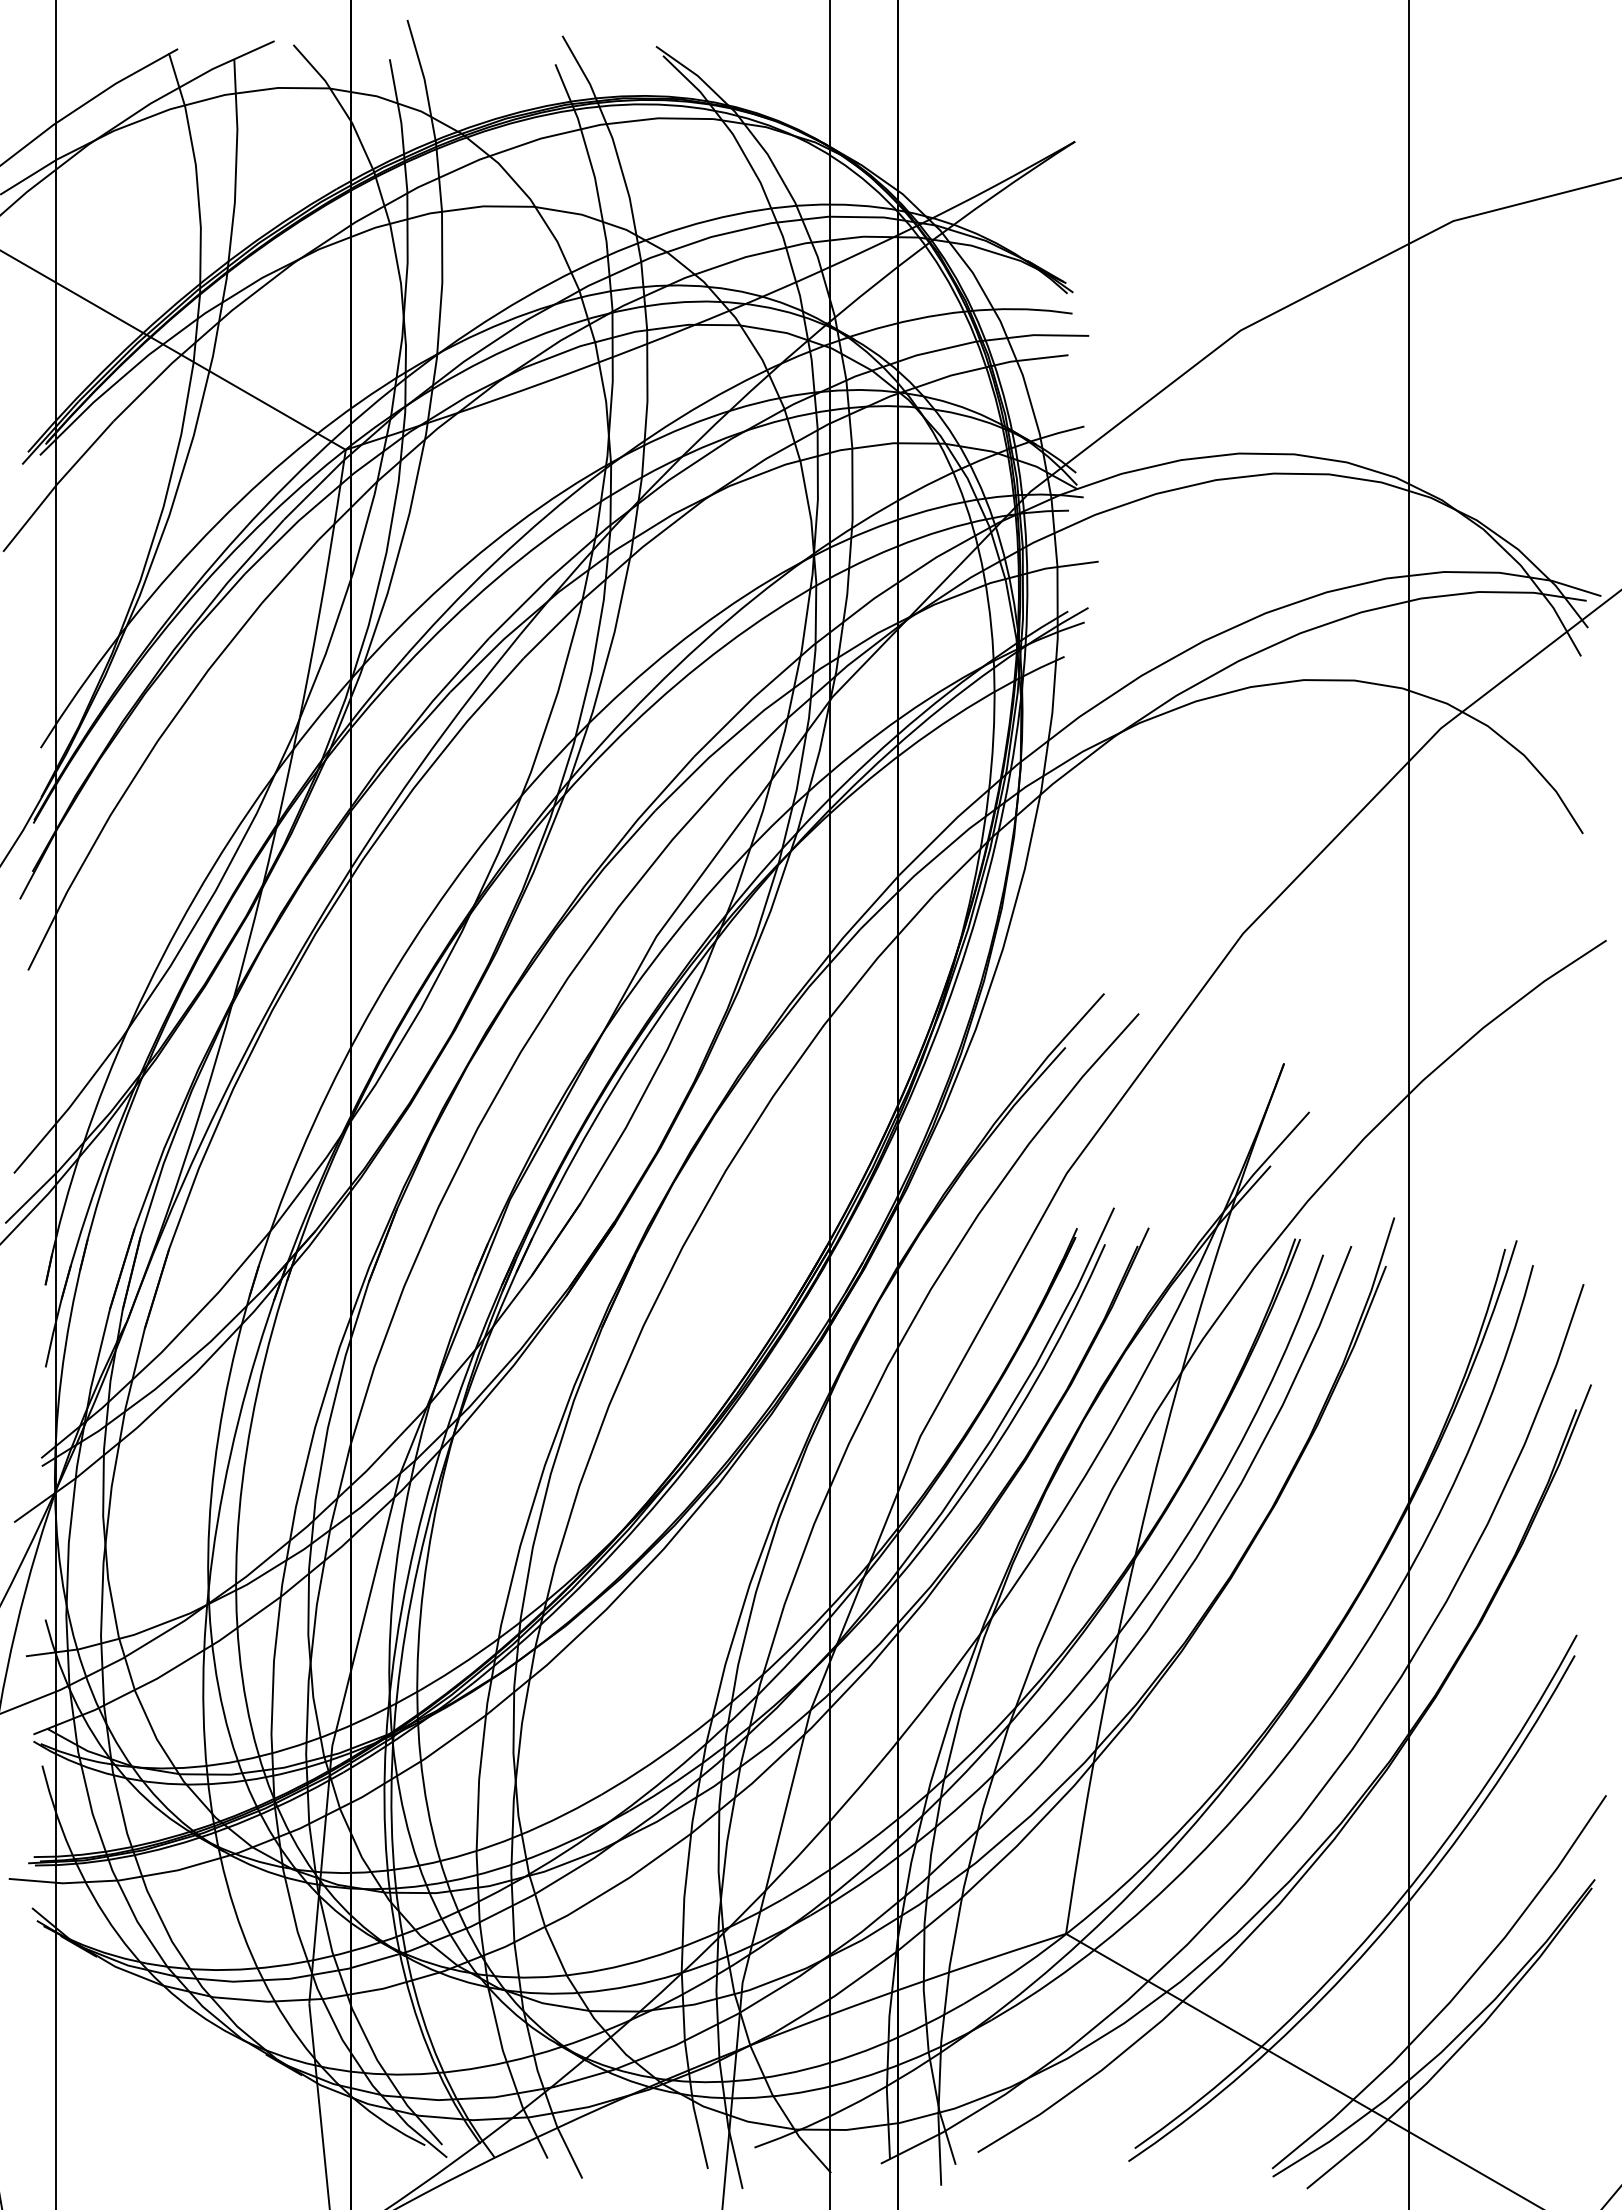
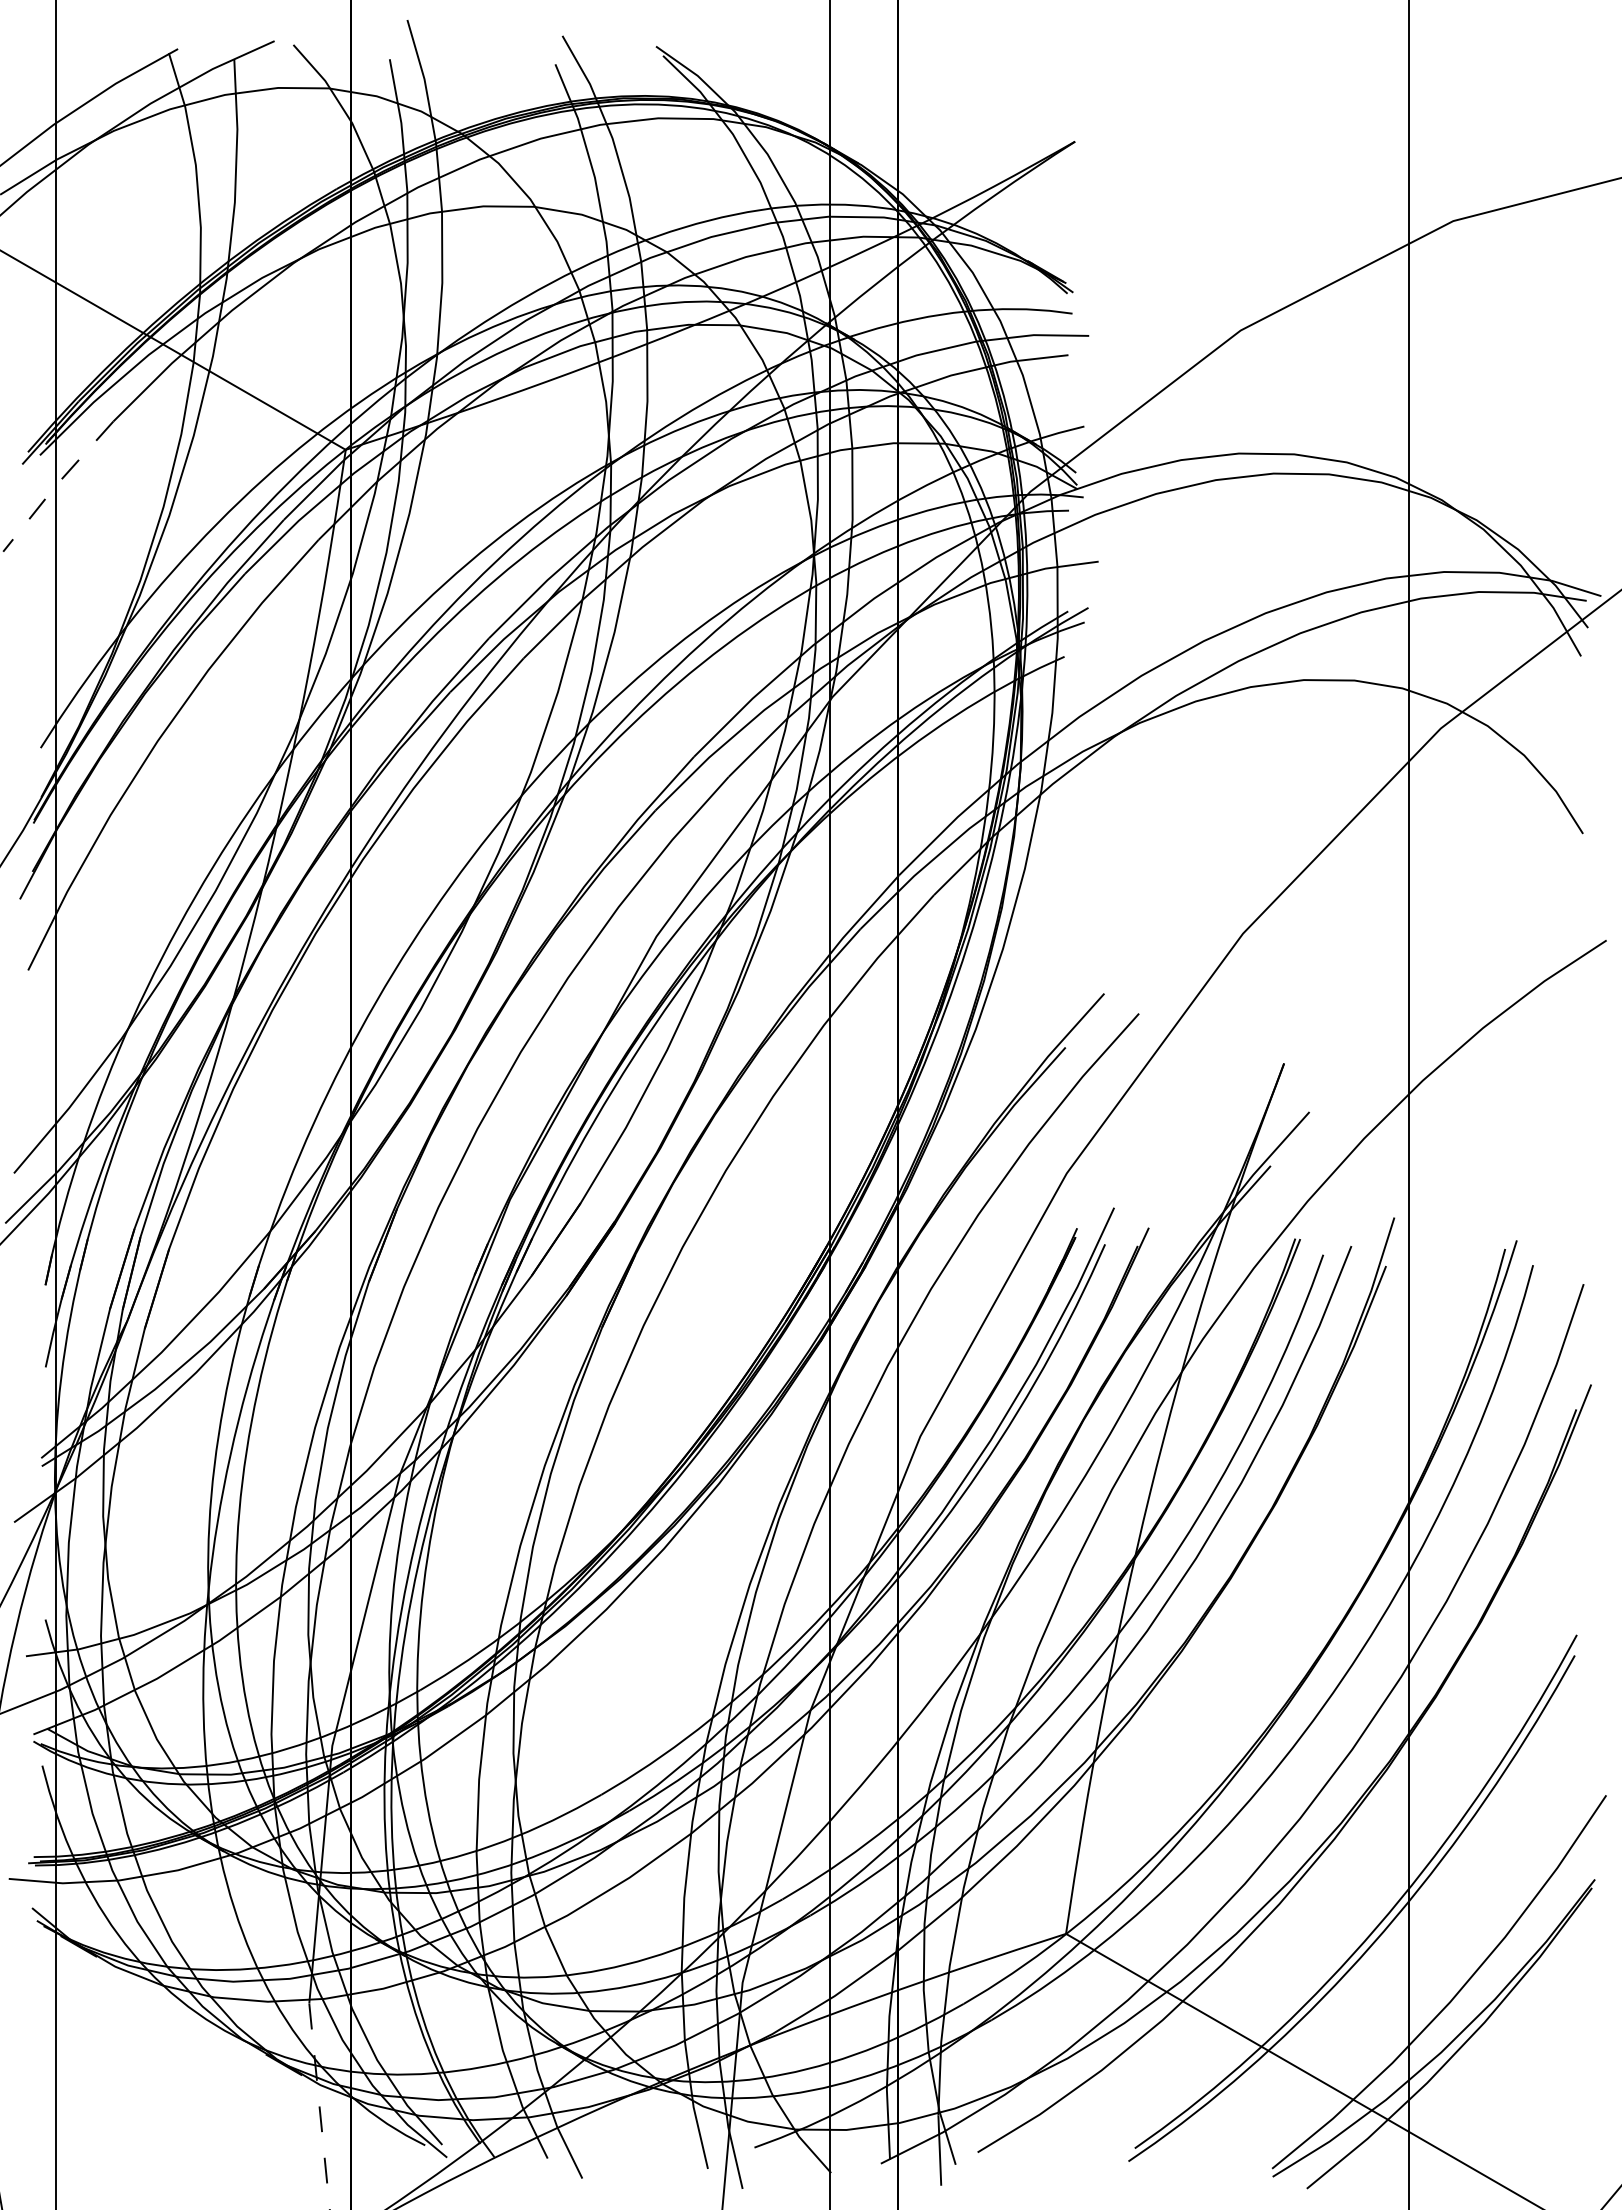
line at (56, 485): solid -> dashed
line at (319, 2106): solid -> dashed
